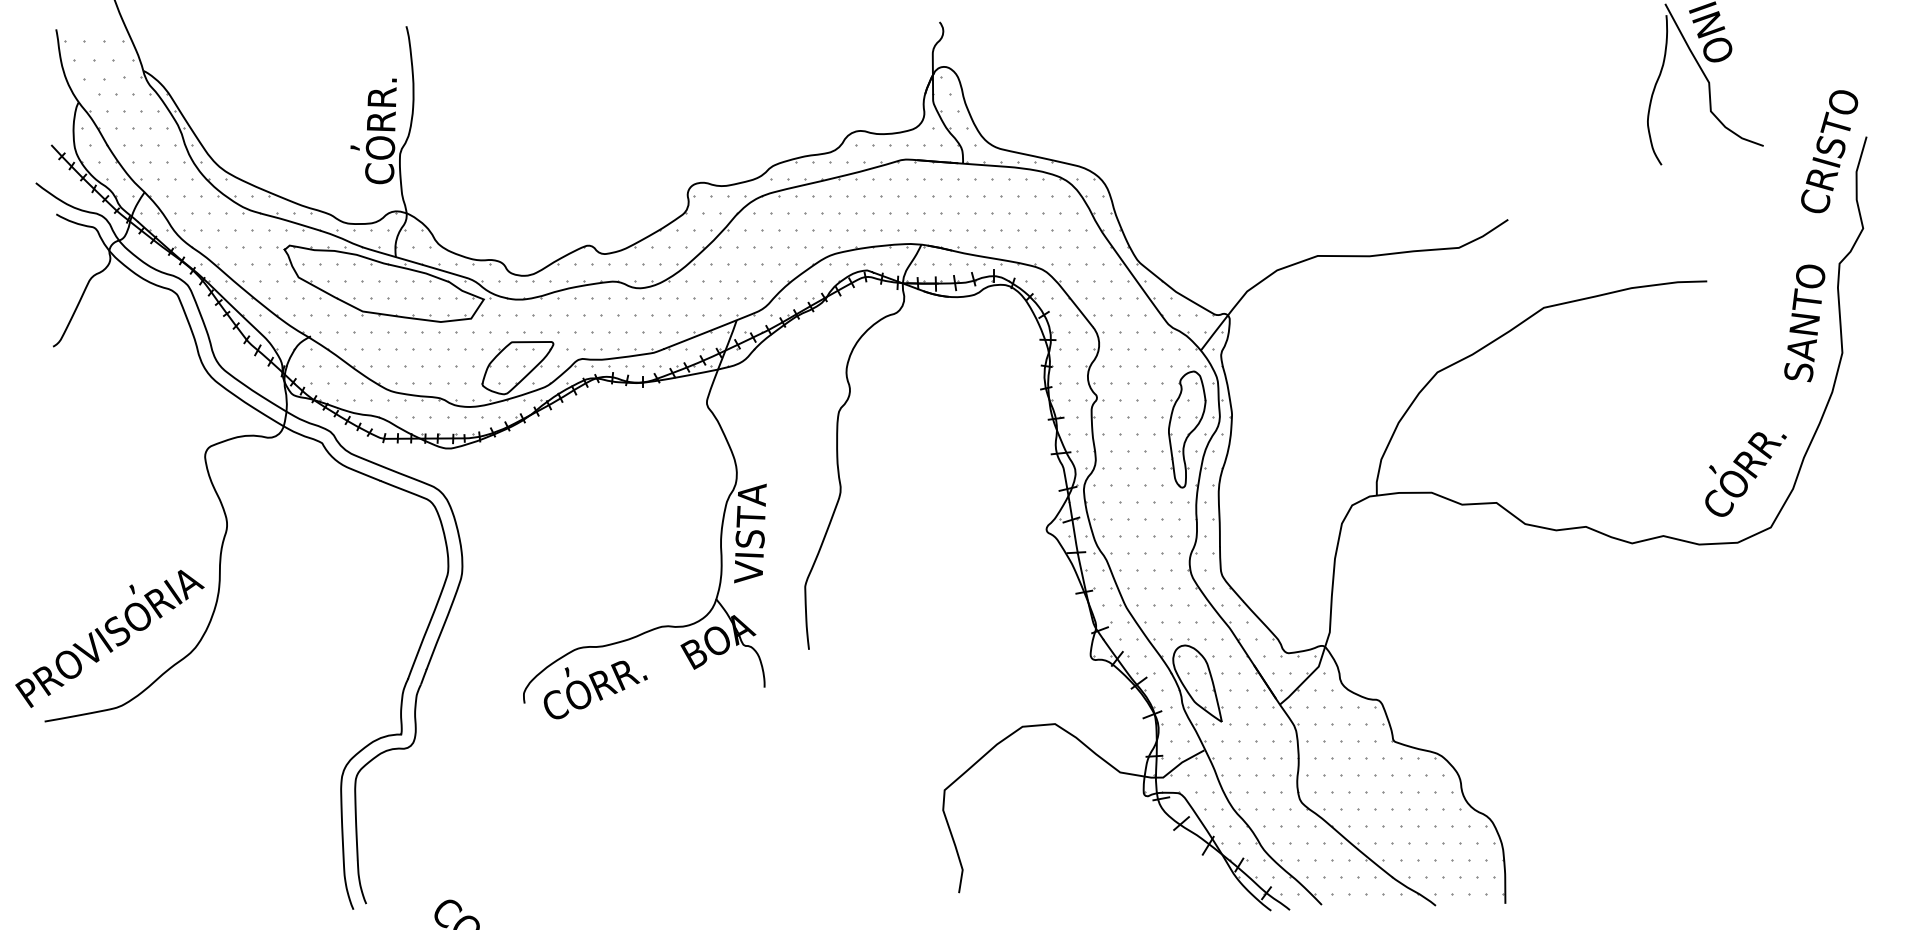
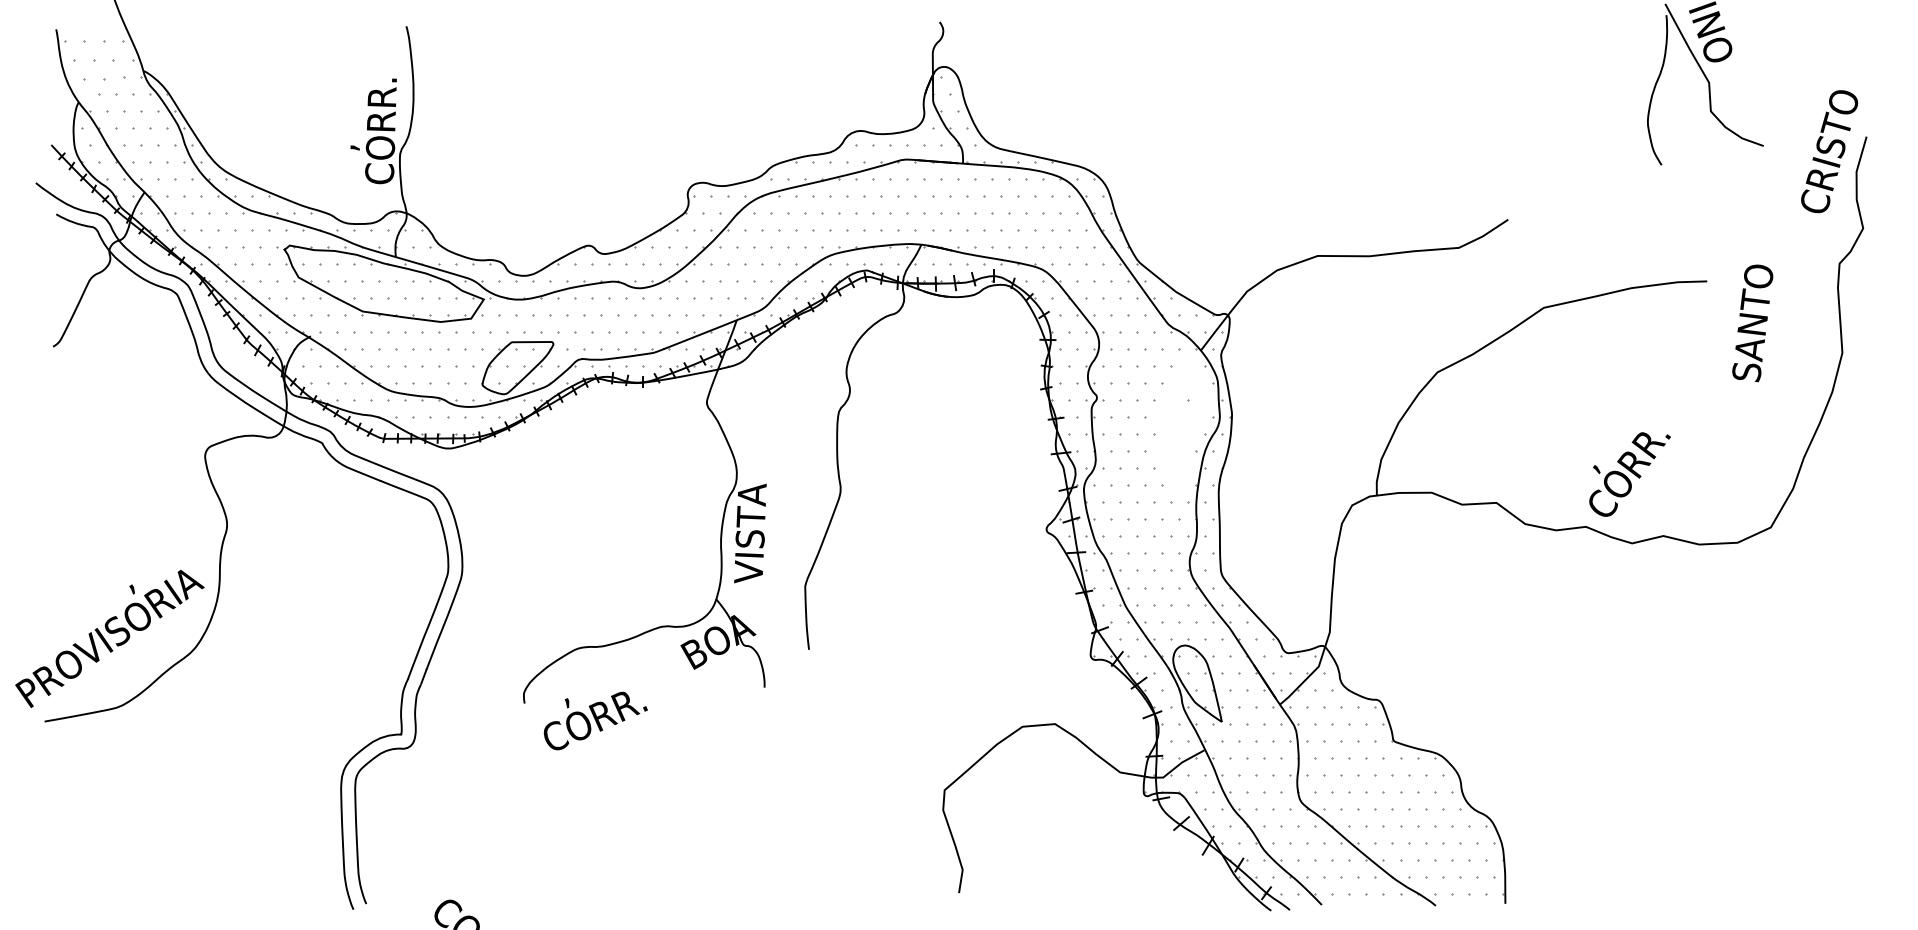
text at (1804, 323) position: (1804, 323) -> (1752, 323)
part at (1183, 426): present -> none
text at (1745, 474) position: (1745, 474) -> (1629, 474)
text at (595, 689) position: (595, 689) -> (595, 720)
